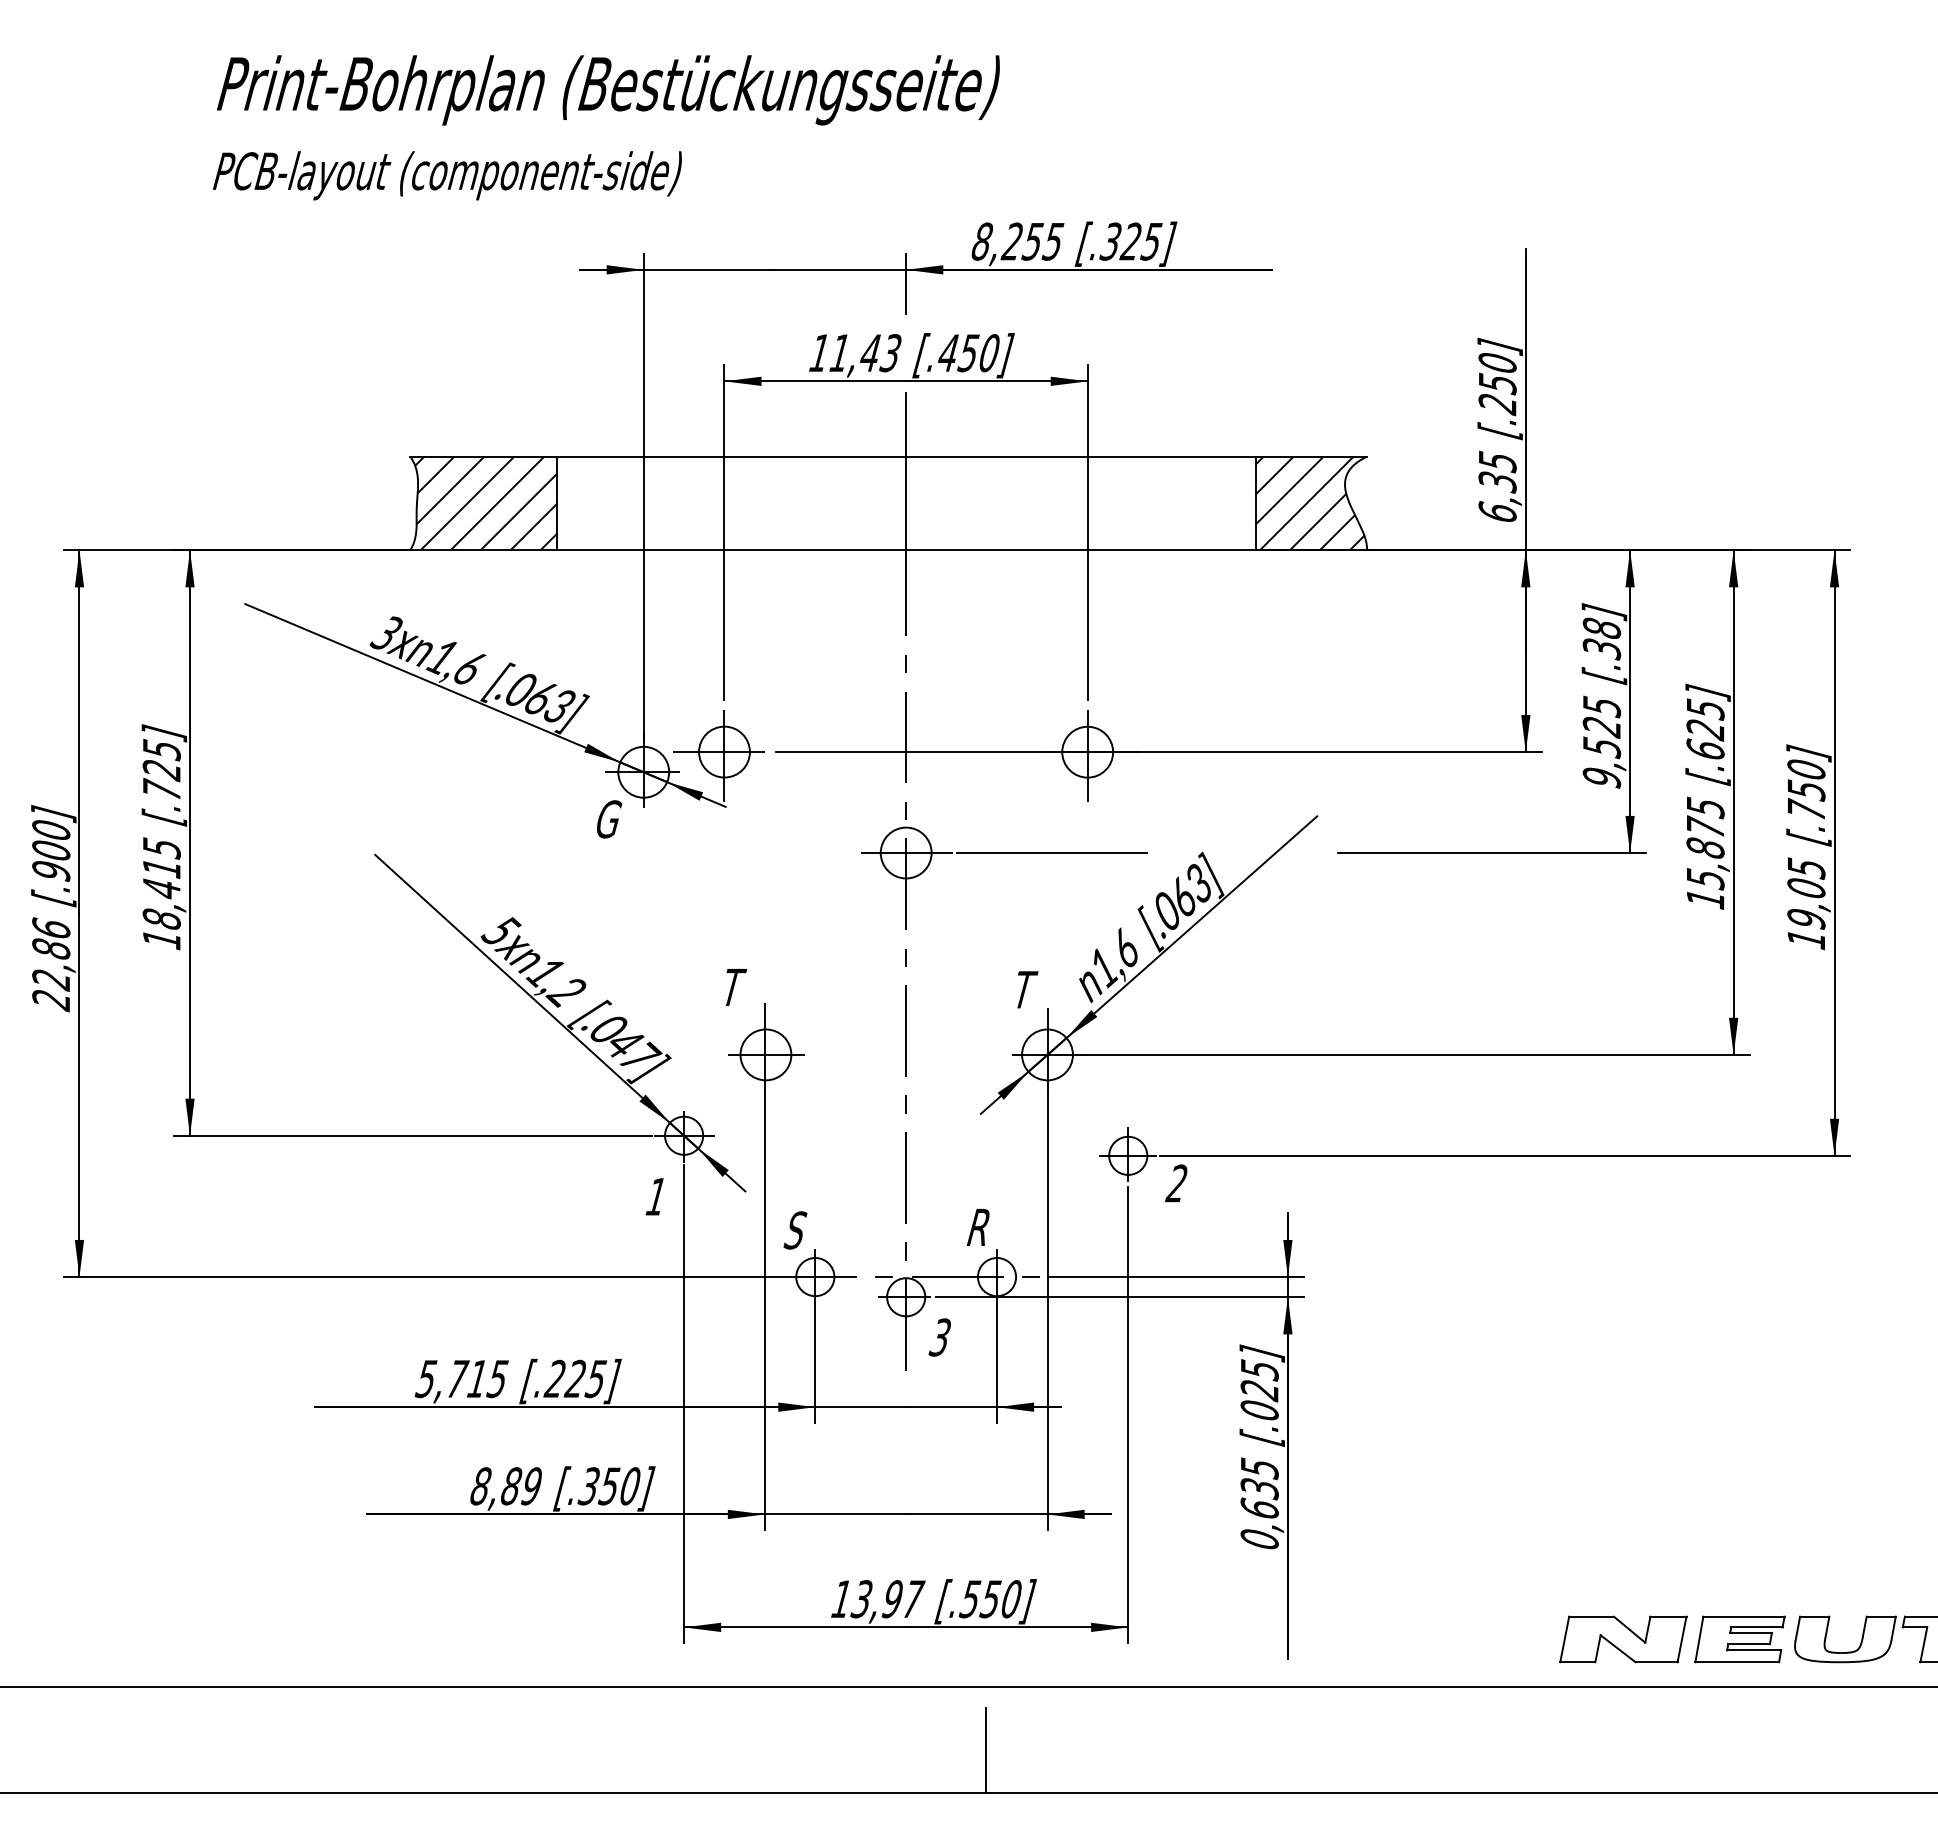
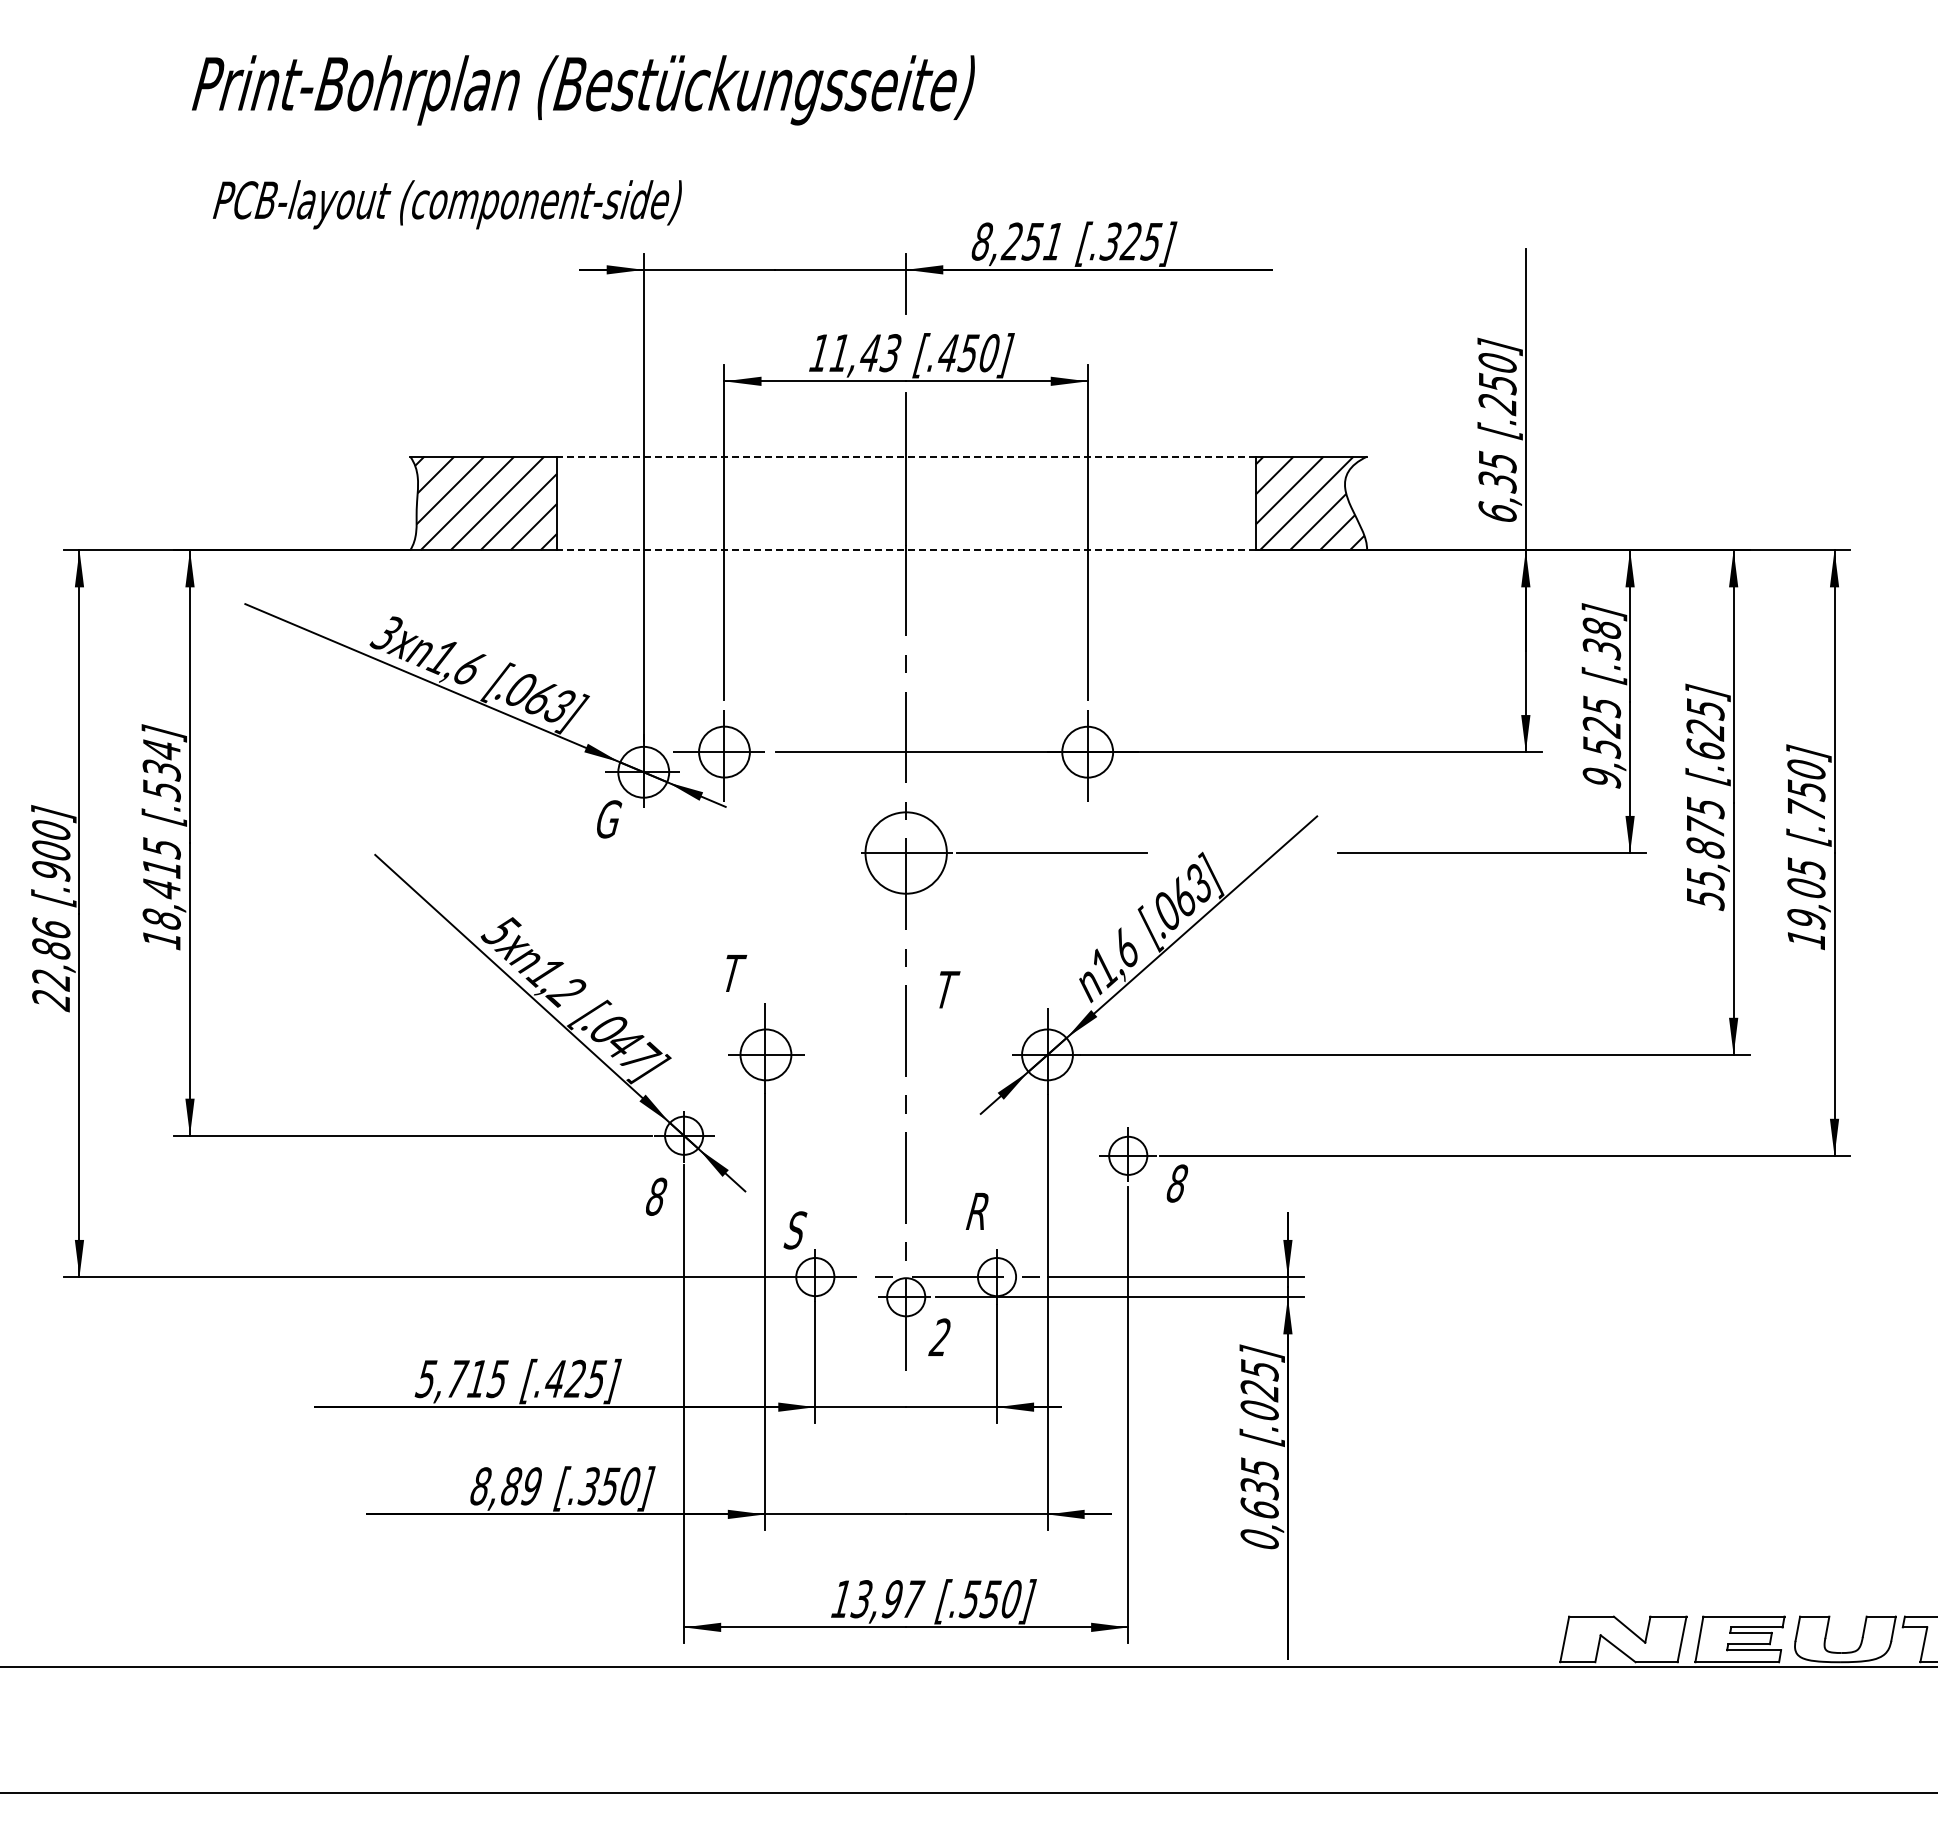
text at (608, 90) position: (608, 90) -> (583, 90)
text at (446, 175) position: (446, 175) -> (446, 204)
text at (1052, 241): 8,255 -> 8,251
line at (906, 456): solid -> dashed
line at (906, 550): solid -> dashed
text at (161, 770): [.725] -> [.534]
circle at (905, 852) diameter: 51 px -> 81 px
text at (1705, 899): 15,875 -> 55,875
text at (736, 987) position: (736, 987) -> (736, 973)
text at (1027, 989) position: (1027, 989) -> (949, 989)
text at (1176, 1183): 2 -> 8
text at (656, 1196): 1 -> 8
text at (977, 1227) position: (977, 1227) -> (976, 1211)
text at (939, 1337): 3 -> 2
text at (554, 1378): [.225] -> [.425]
line at (968, 1686) position: (968, 1686) -> (968, 1666)
line at (986, 1749): present -> none
